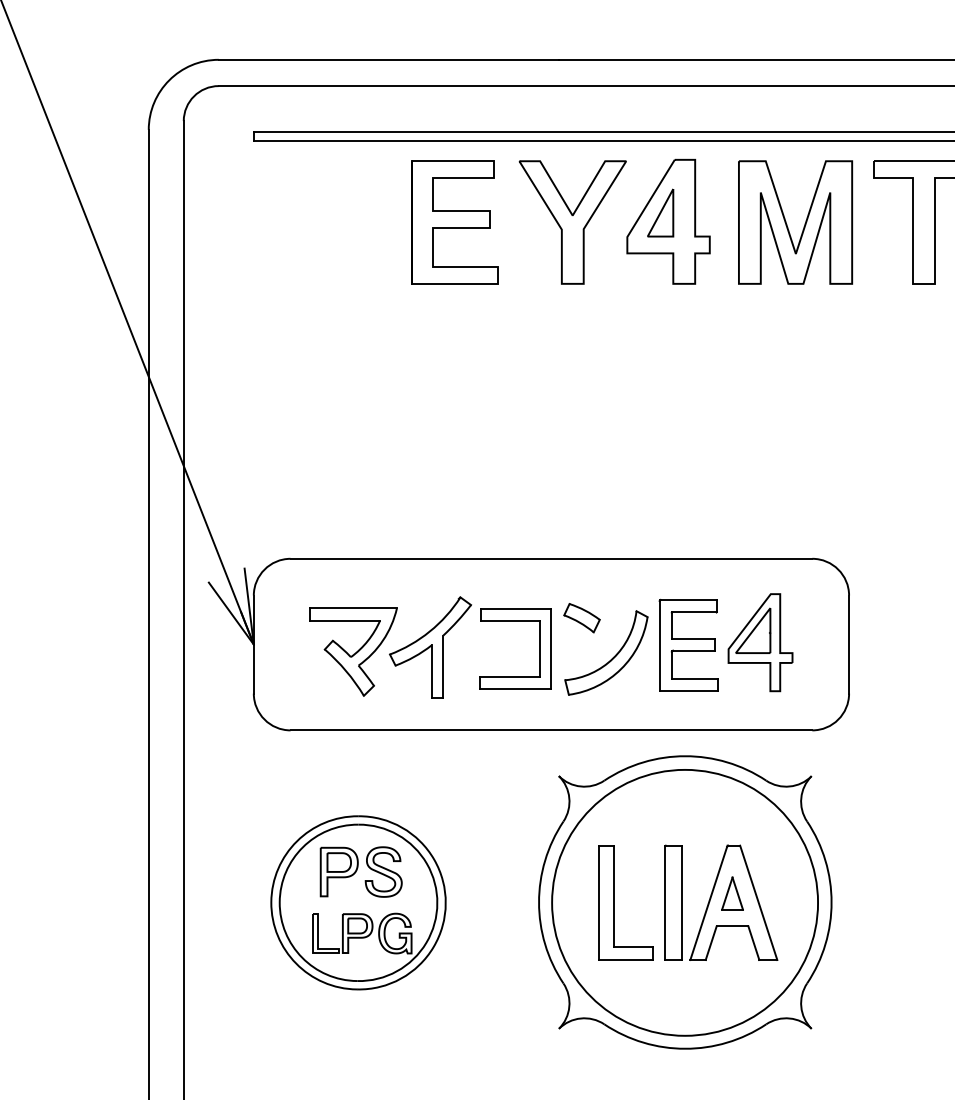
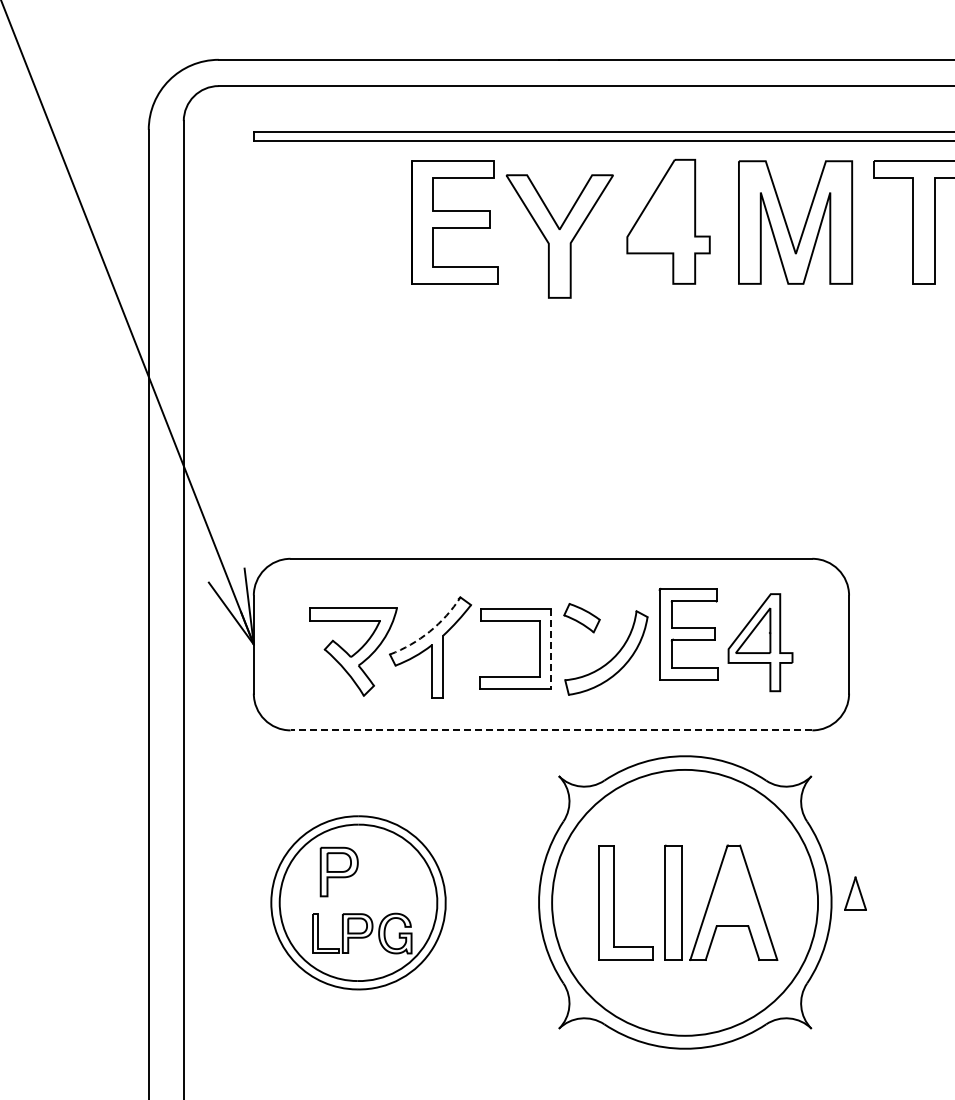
part at (660, 212): present -> none
part at (572, 222) position: (572, 222) -> (559, 236)
arc at (429, 631): solid -> dashed
part at (688, 644) position: (688, 644) -> (688, 633)
line at (551, 649): solid -> dashed
line at (551, 730): solid -> dashed
part at (383, 871): present -> none
part at (732, 893) position: (732, 893) -> (855, 893)
